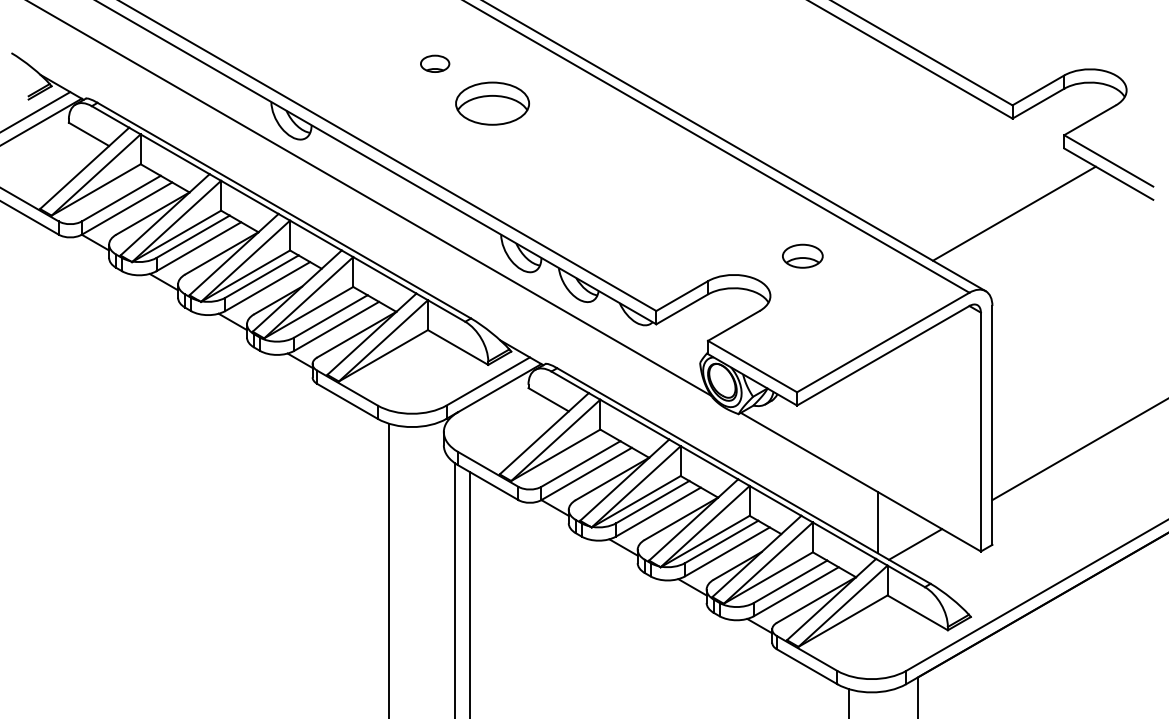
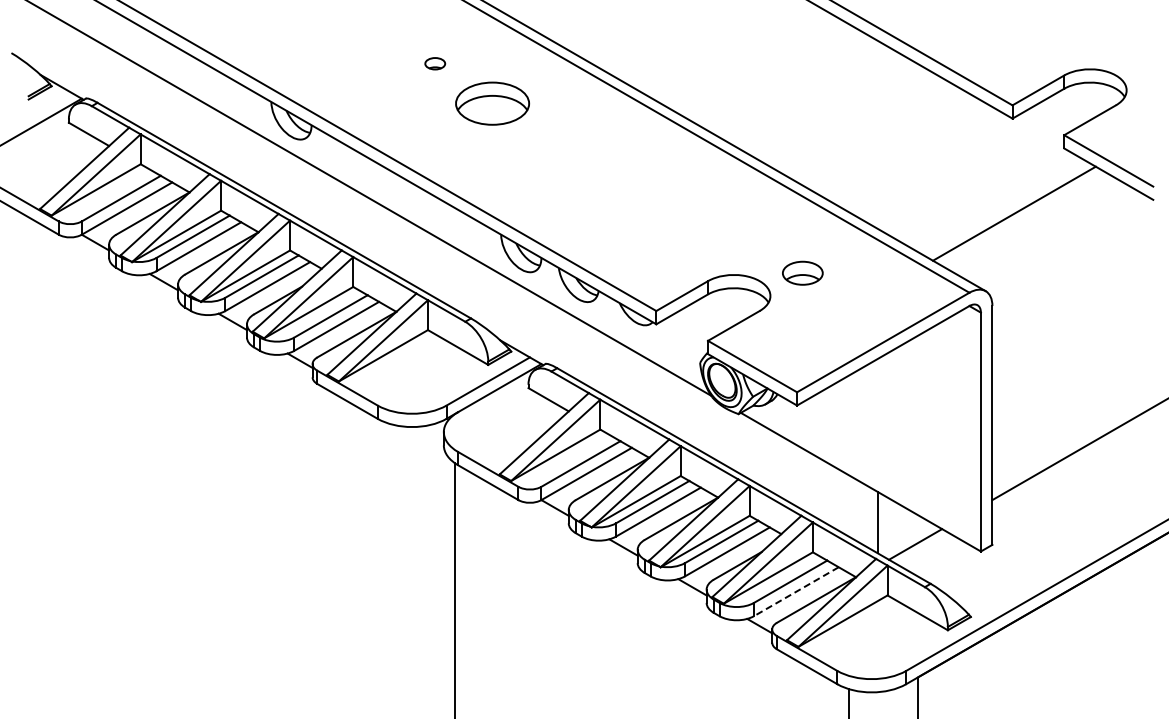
part at (435, 63) size: 31x19 px -> 23x14 px
line at (36, 111): present -> none
part at (802, 255) position: (802, 255) -> (802, 272)
line at (389, 569): present -> none
line at (796, 591): solid -> dashed
line at (469, 593): present -> none
